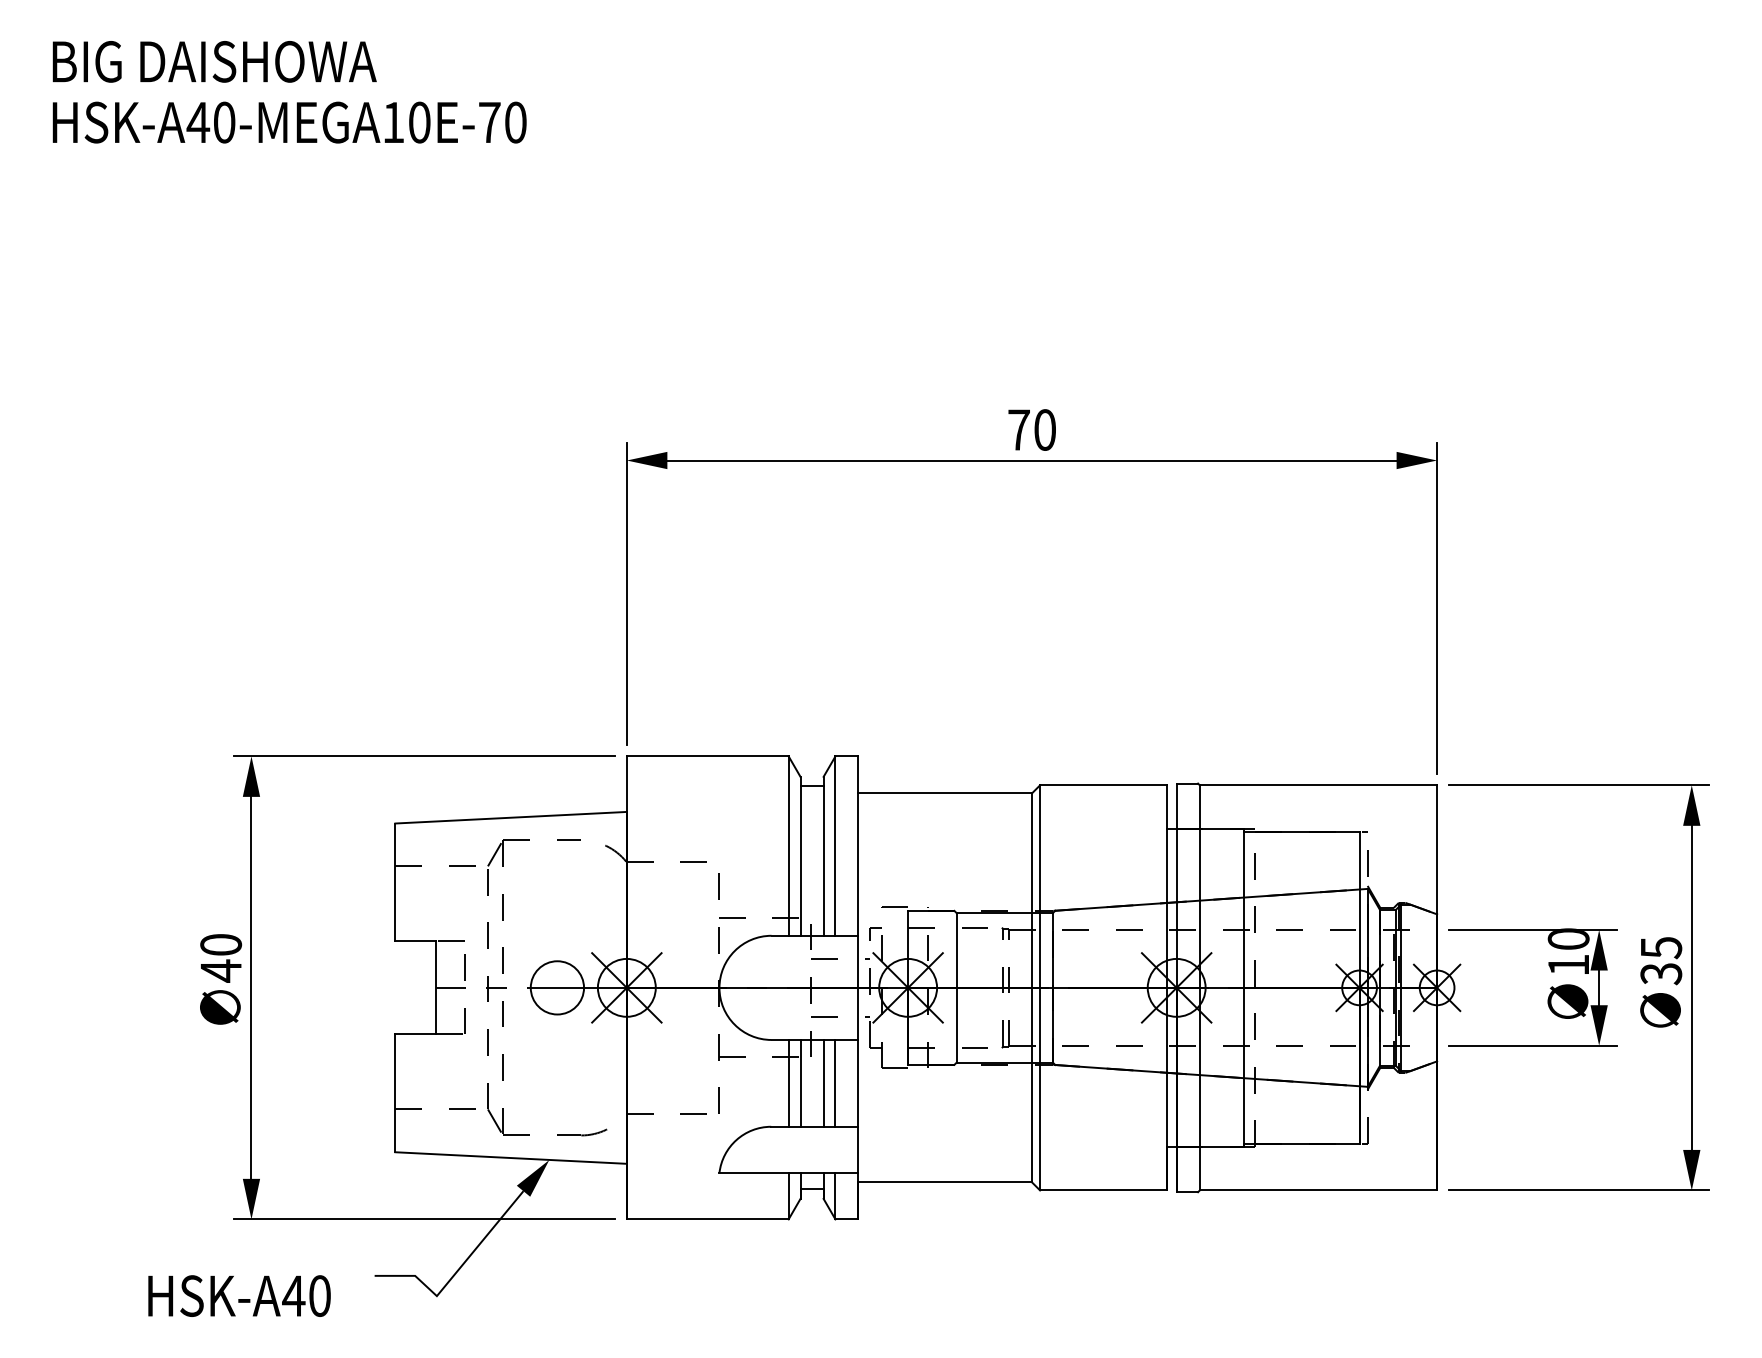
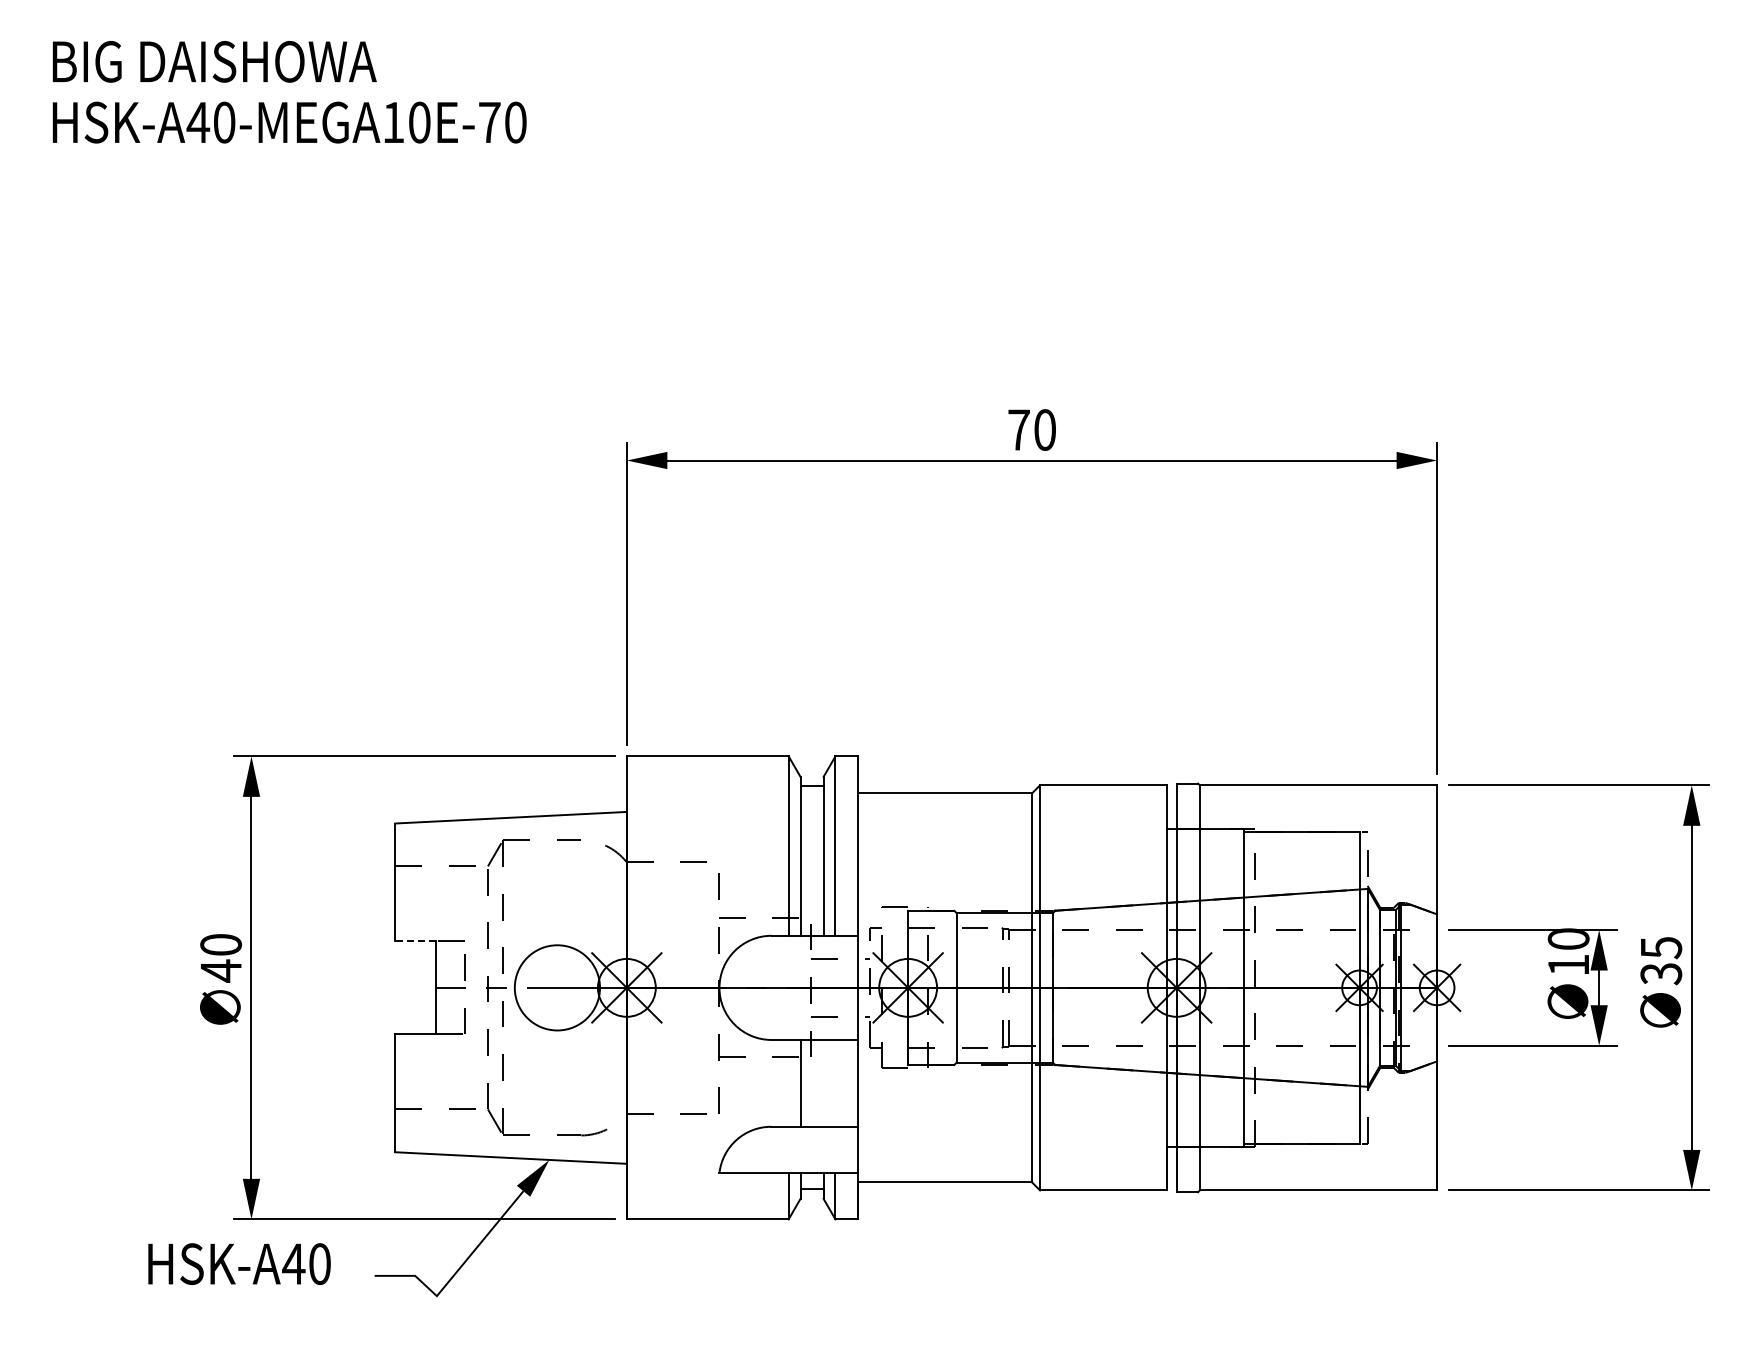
line at (415, 941): solid -> dashed
circle at (557, 987) diameter: 53 px -> 85 px
line at (788, 1082): present -> none
line at (823, 1082): present -> none
line at (835, 1082): present -> none
text at (239, 1295) position: (239, 1295) -> (239, 1263)
